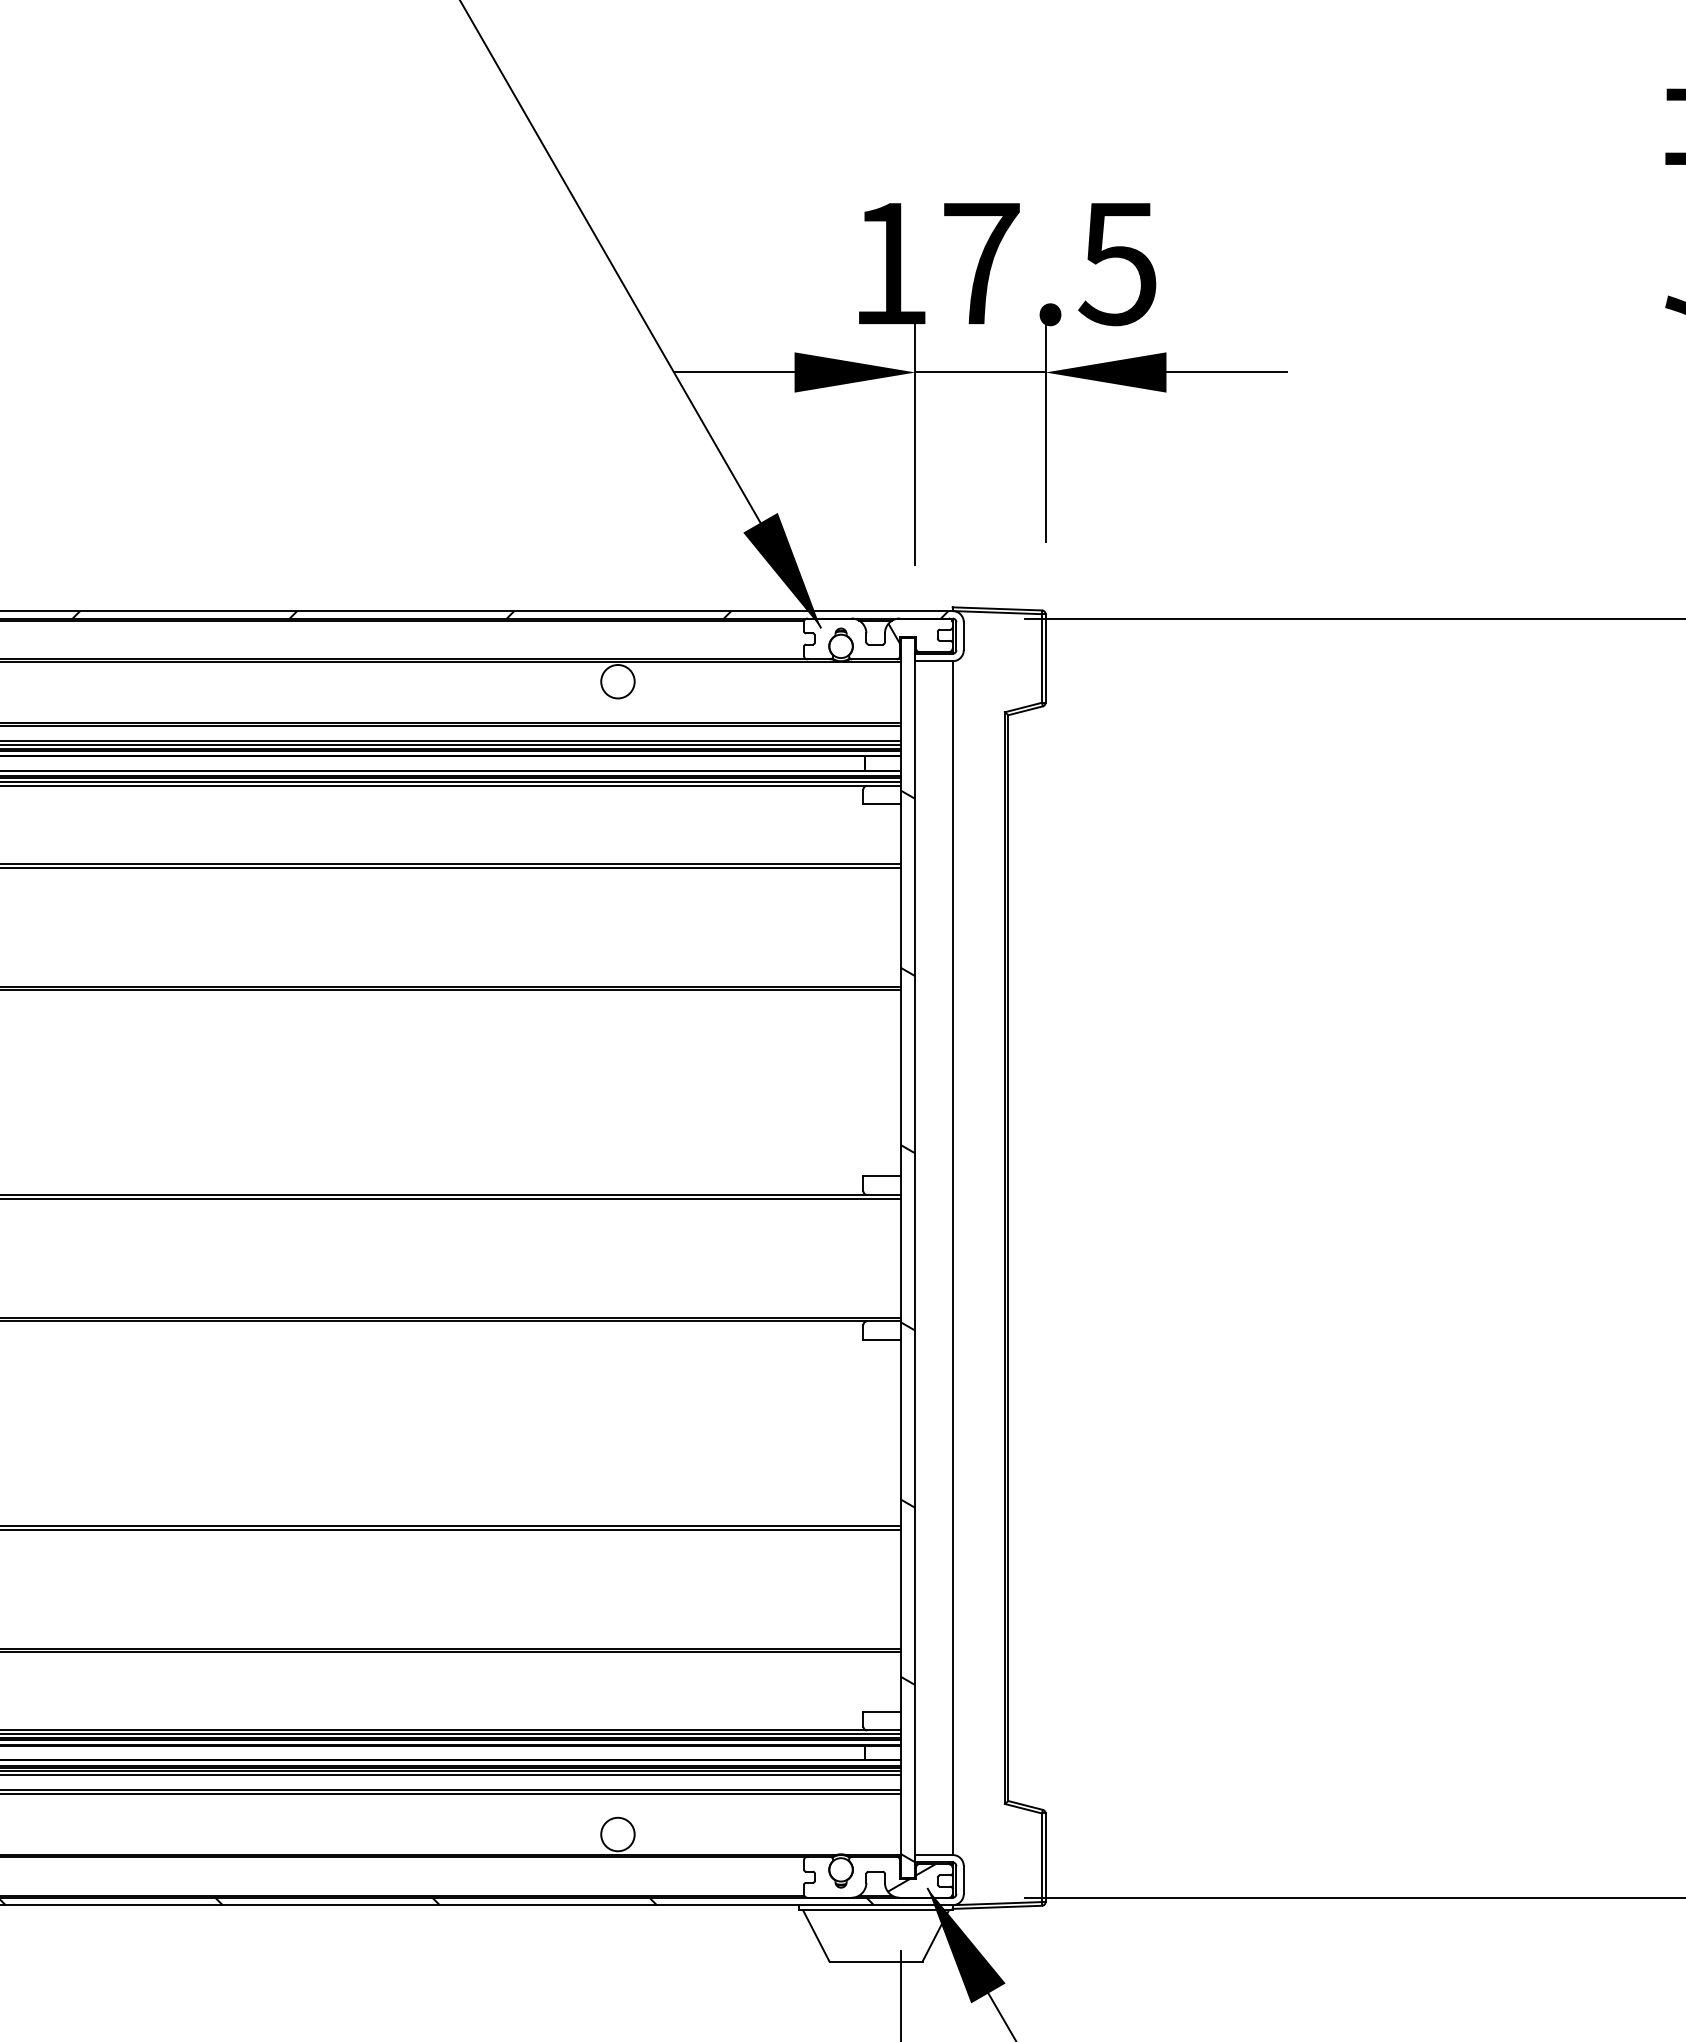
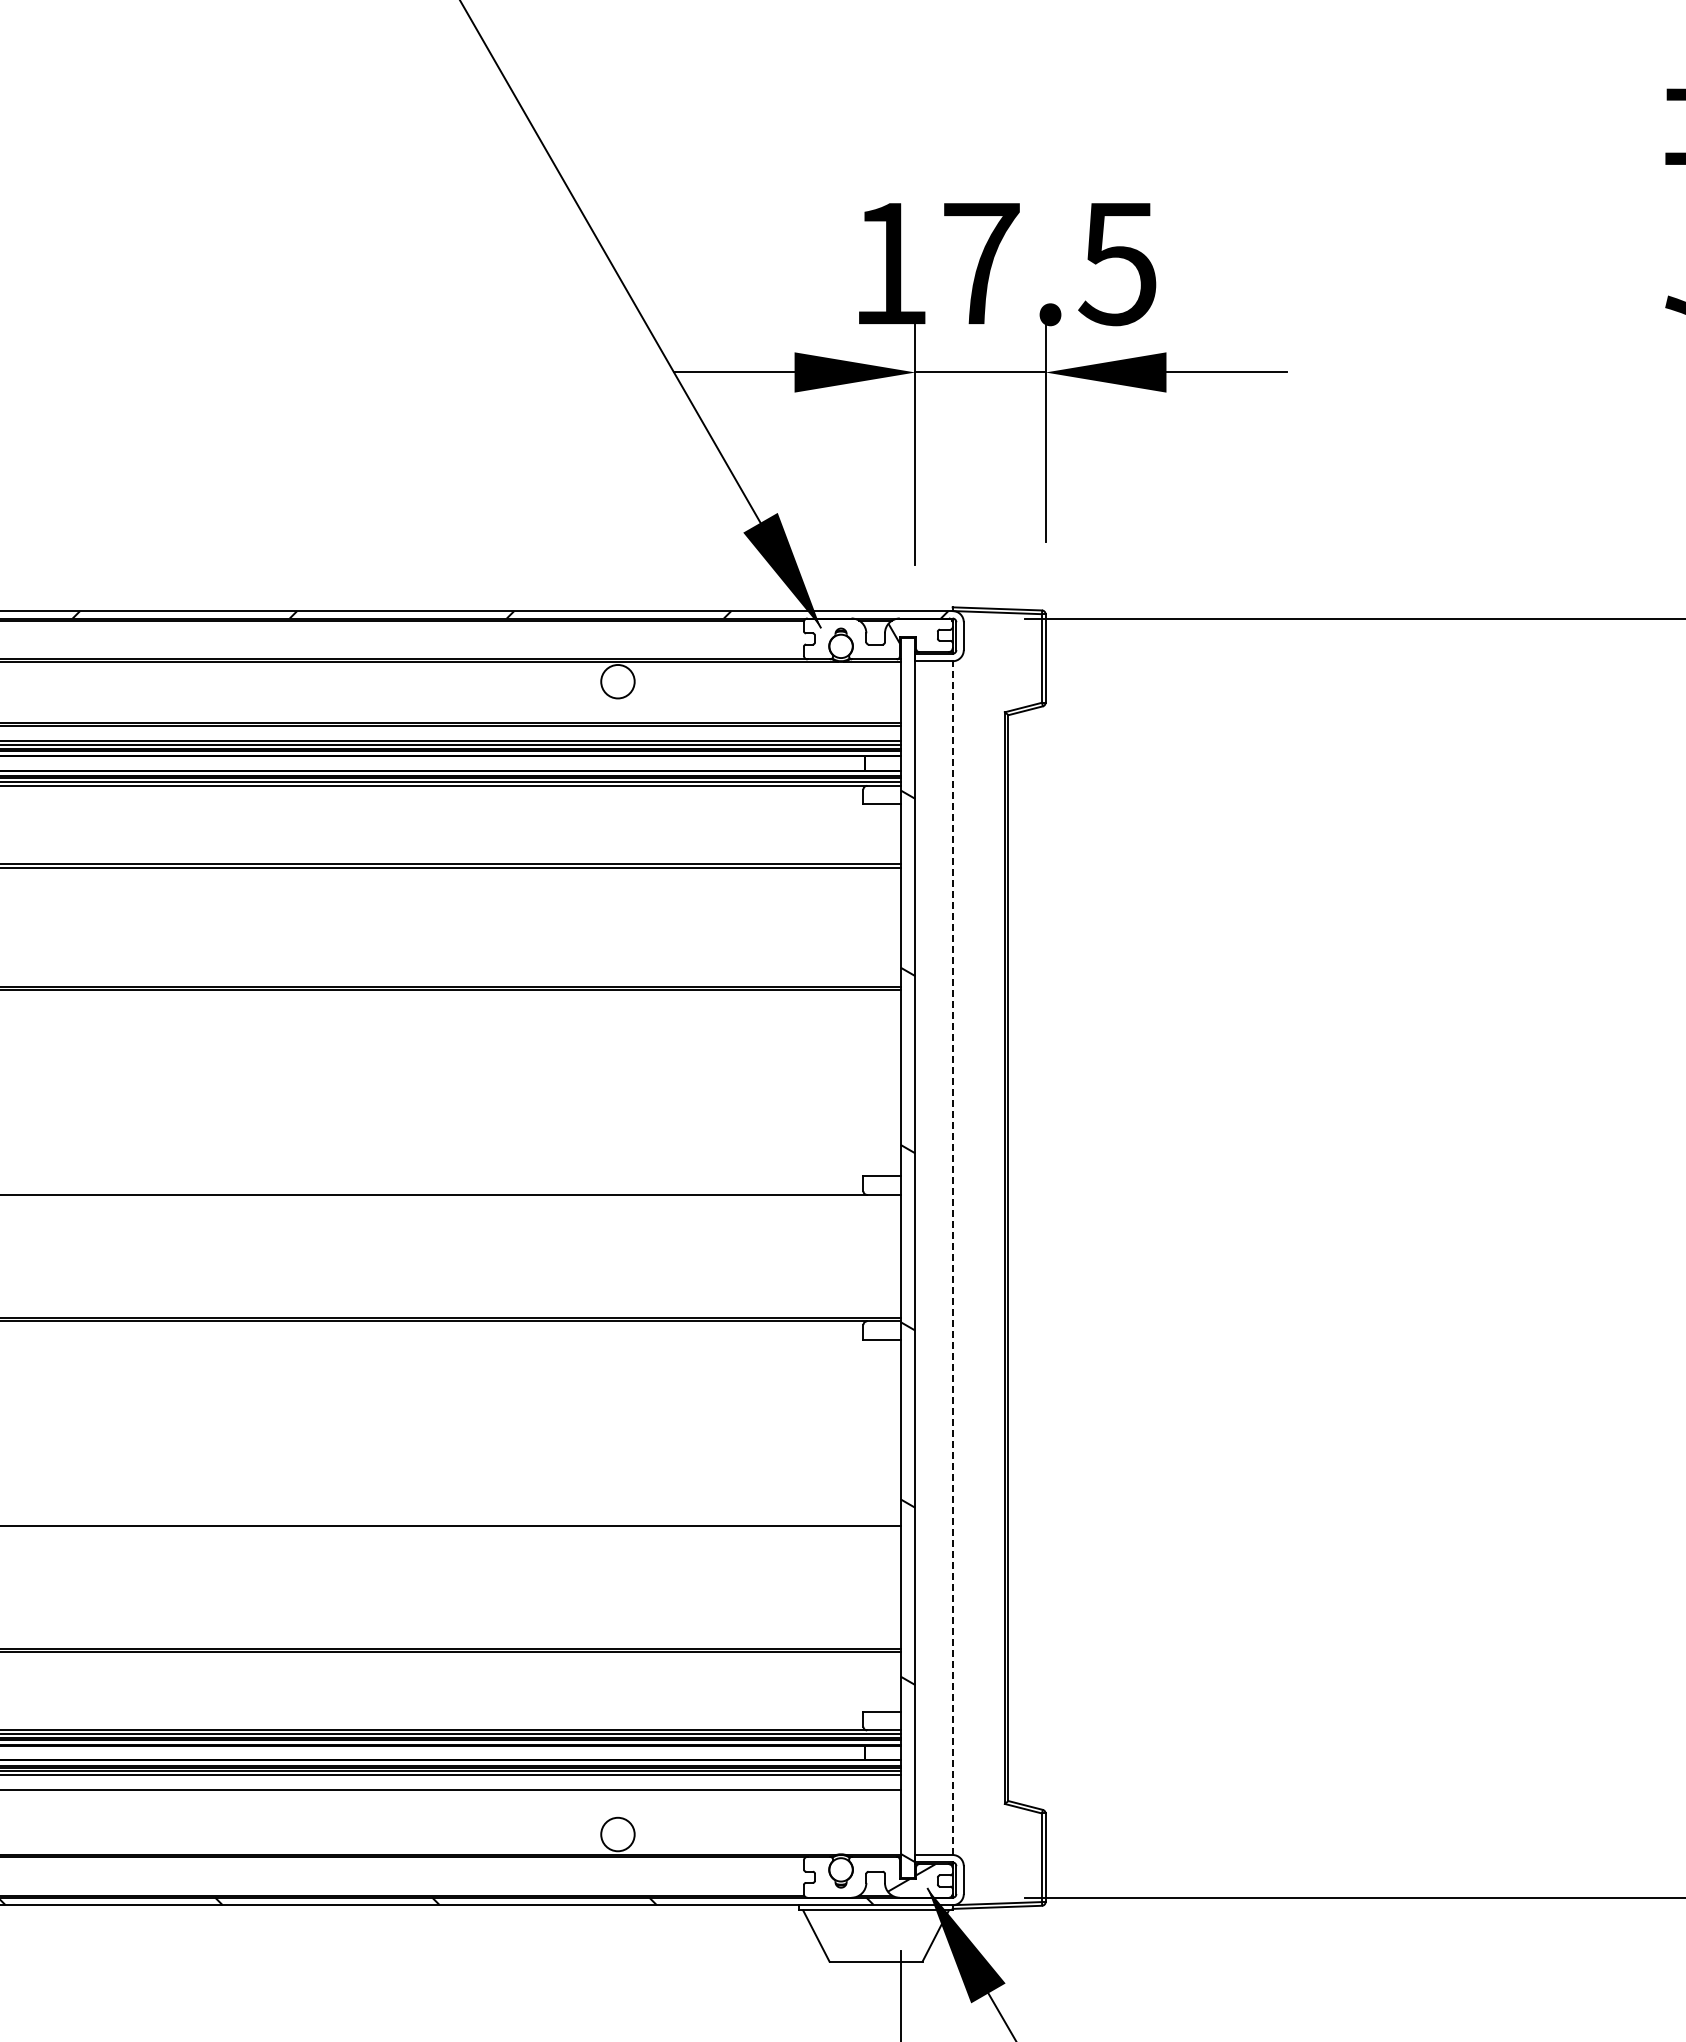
line at (451, 1198): present -> none
line at (952, 1258): solid -> dashed
line at (451, 1529): present -> none
line at (451, 1793): present -> none
